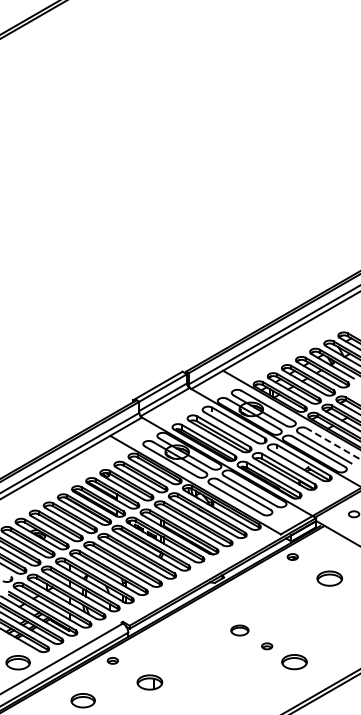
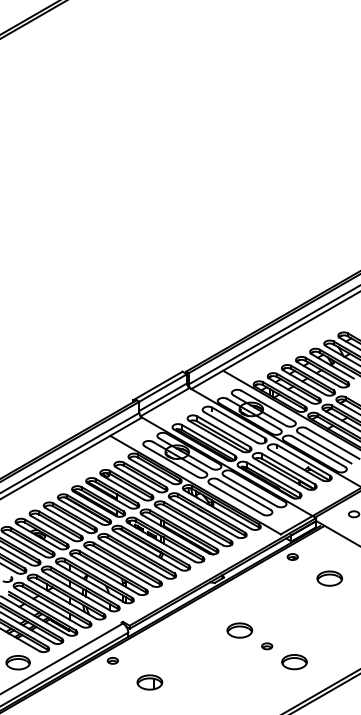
line at (332, 443): dashed -> solid
part at (239, 630) size: 20x13 px -> 28x17 px
part at (82, 700): present -> none
